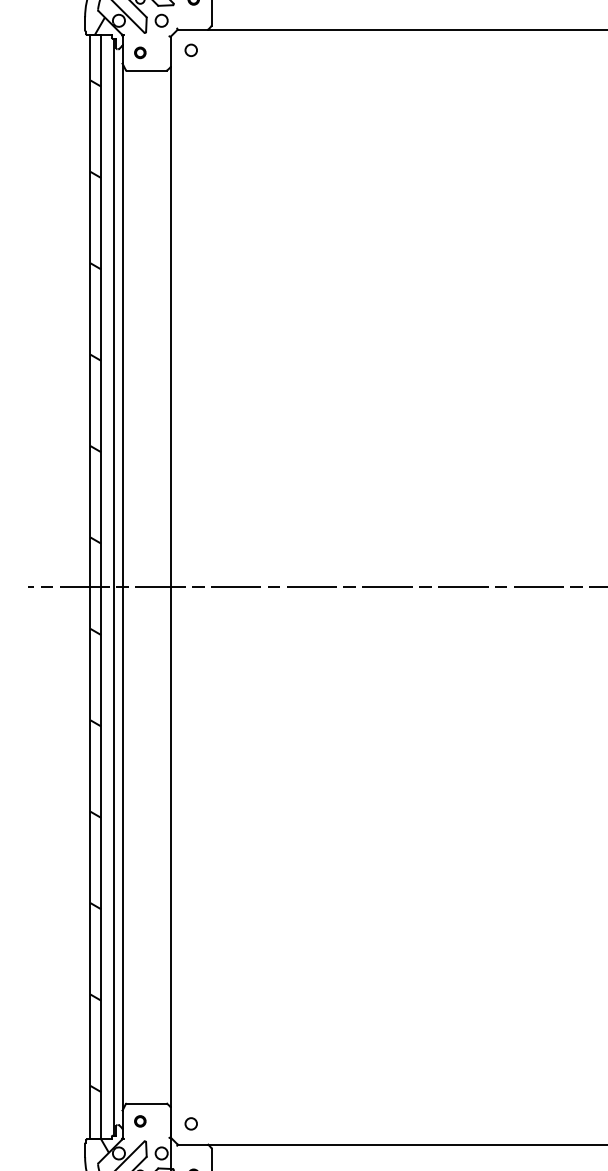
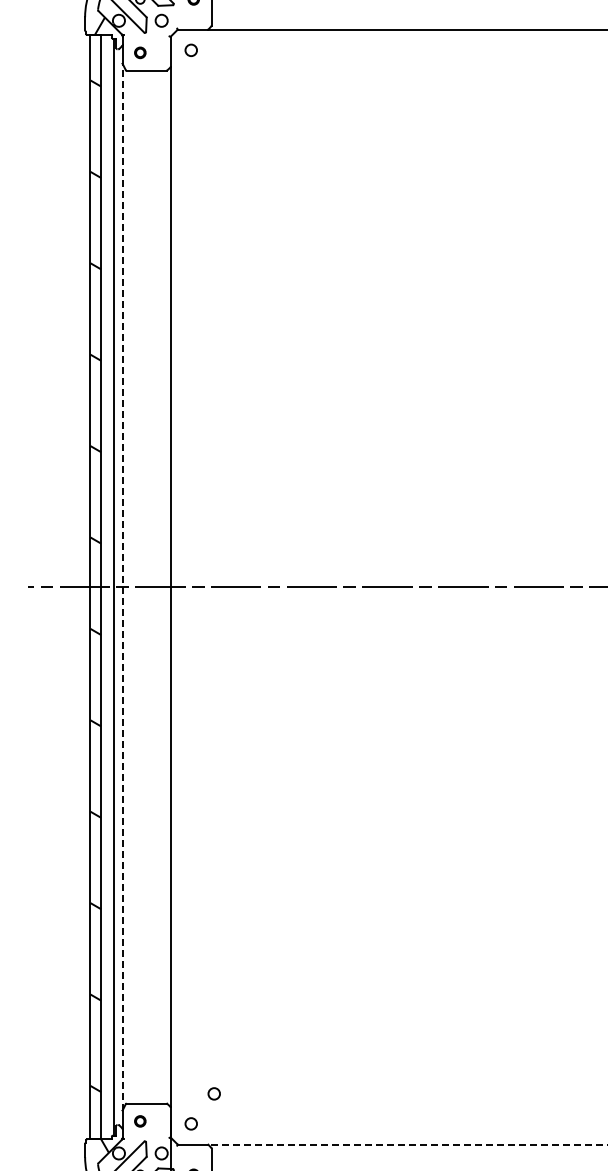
line at (122, 587): solid -> dashed
circle at (213, 1093): none -> present
line at (407, 1144): solid -> dashed
